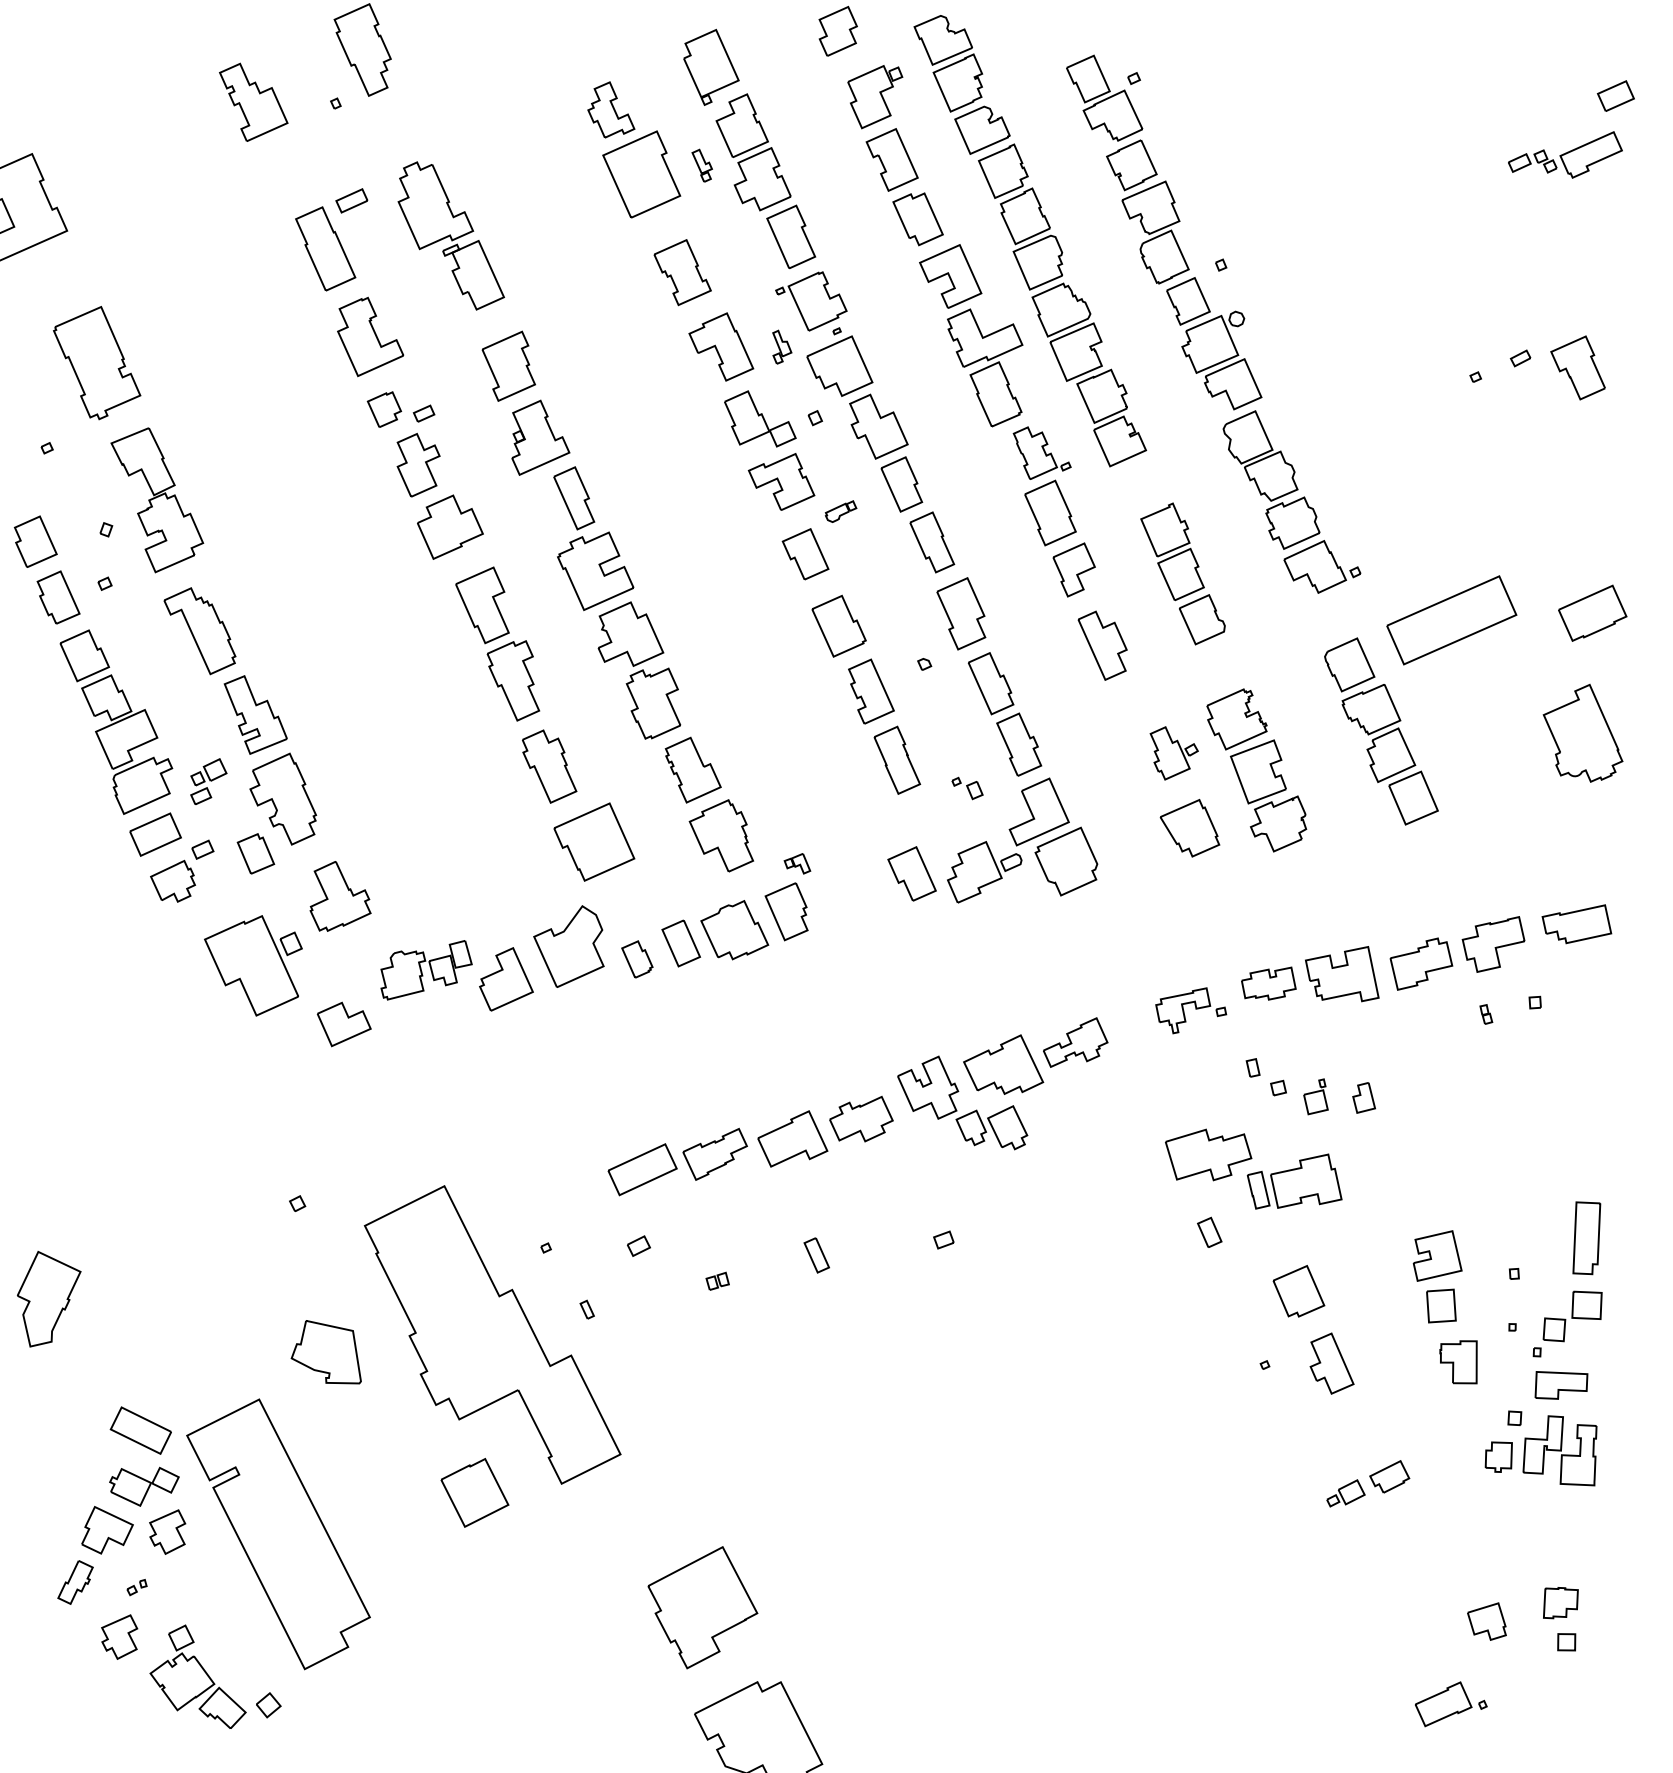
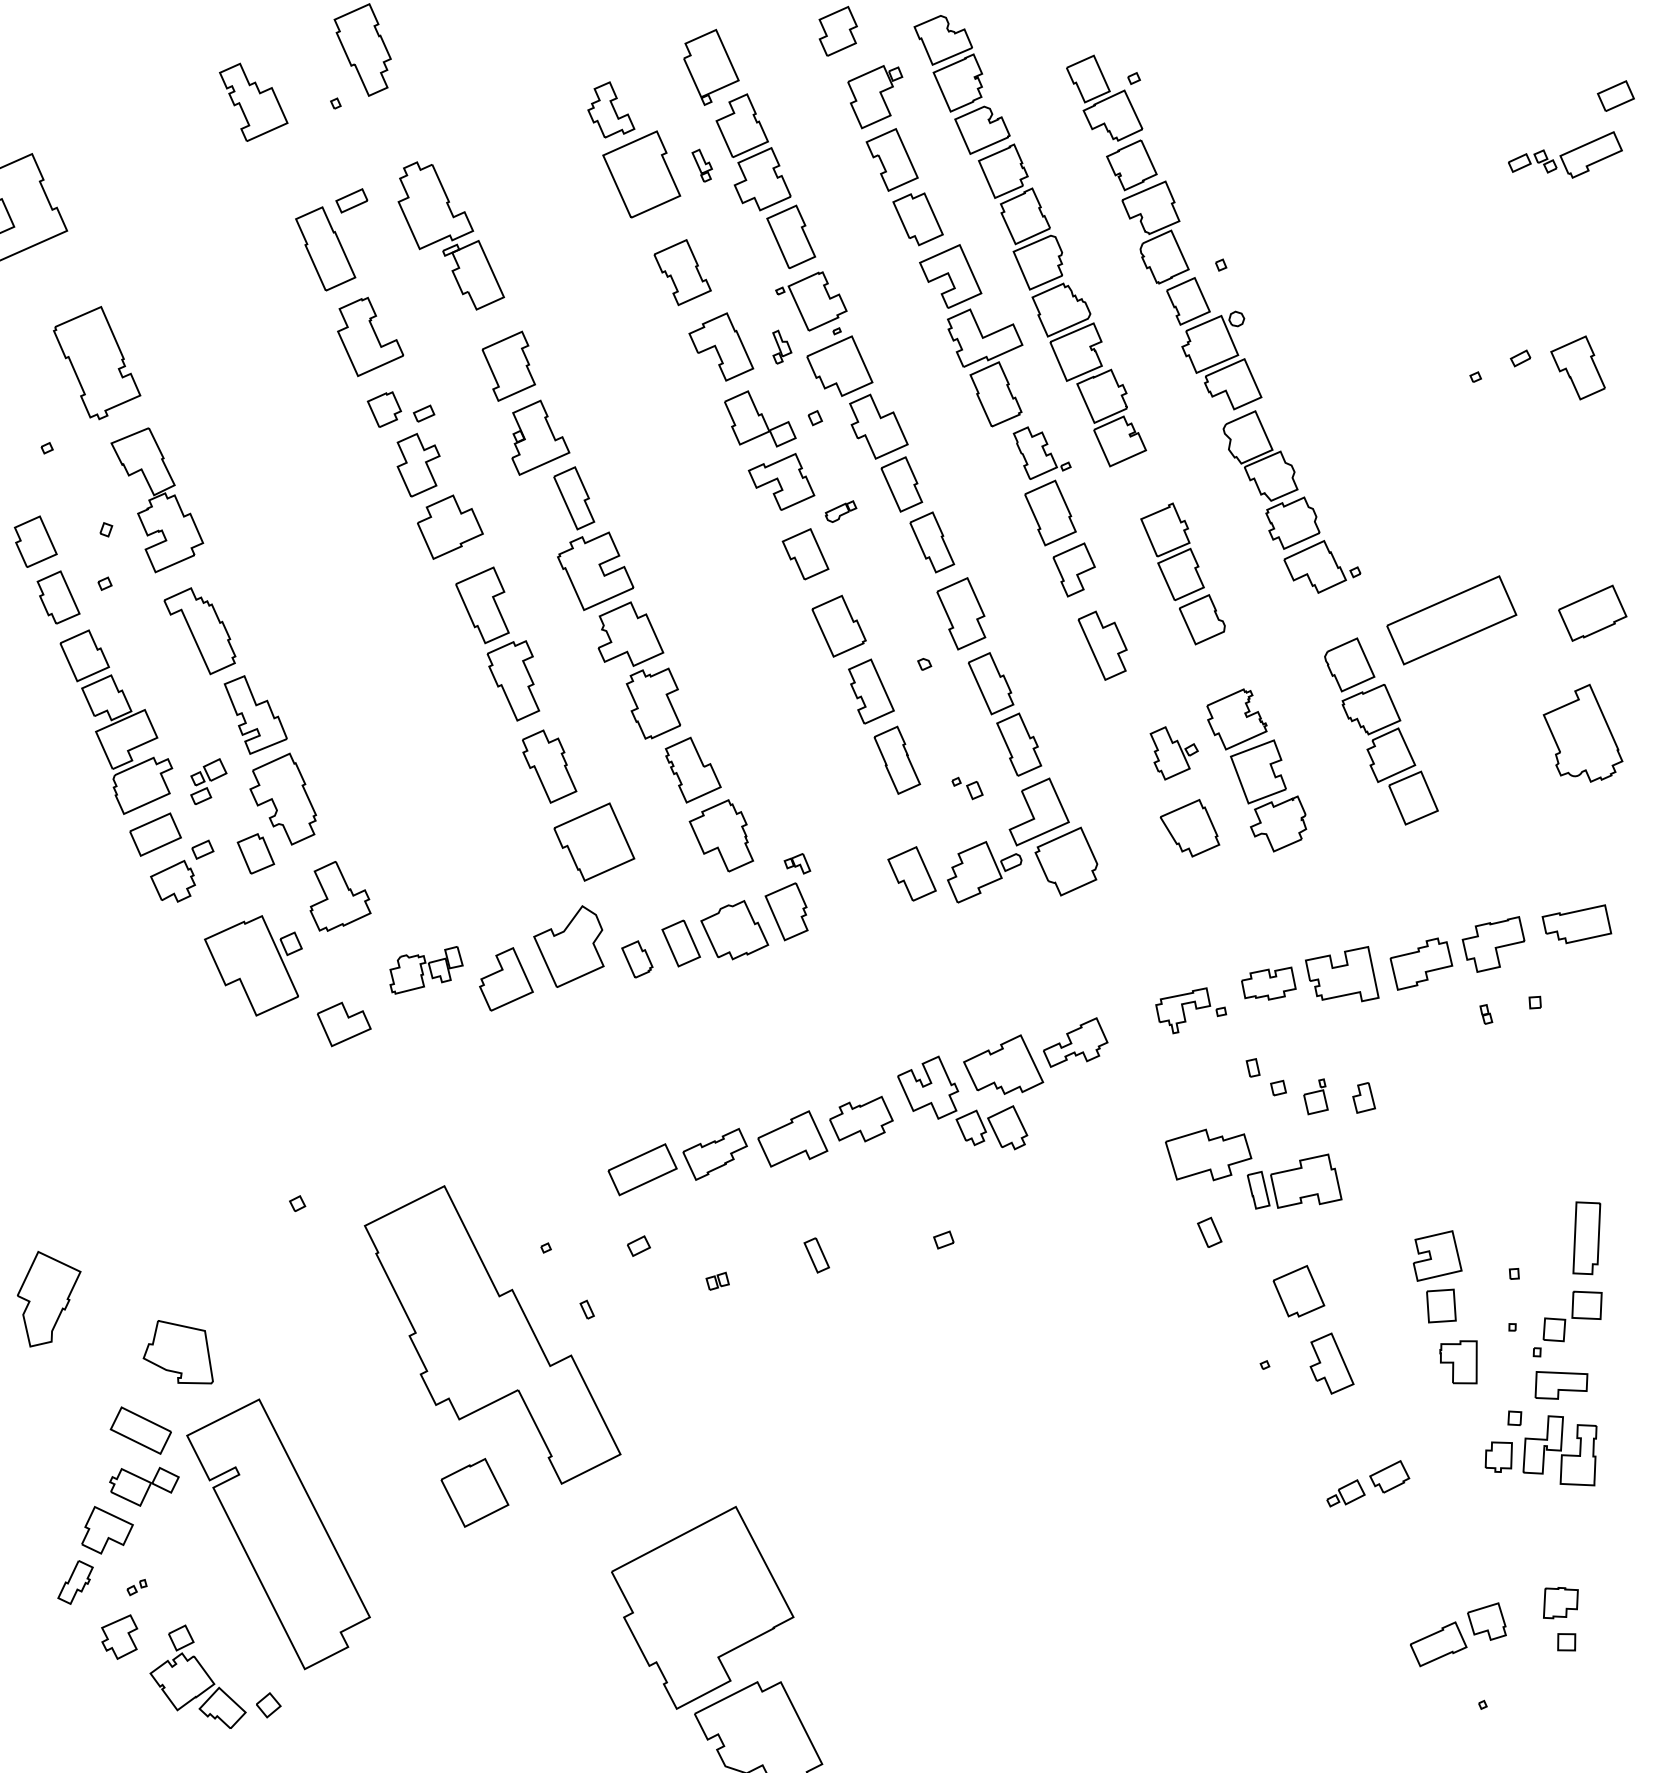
part at (426, 970) size: 93x61 px -> 75x49 px
part at (325, 1352) position: (325, 1352) -> (177, 1352)
part at (167, 1531): present -> none
part at (702, 1607) size: 112x124 px -> 184x205 px
part at (1443, 1704) position: (1443, 1704) -> (1438, 1644)
